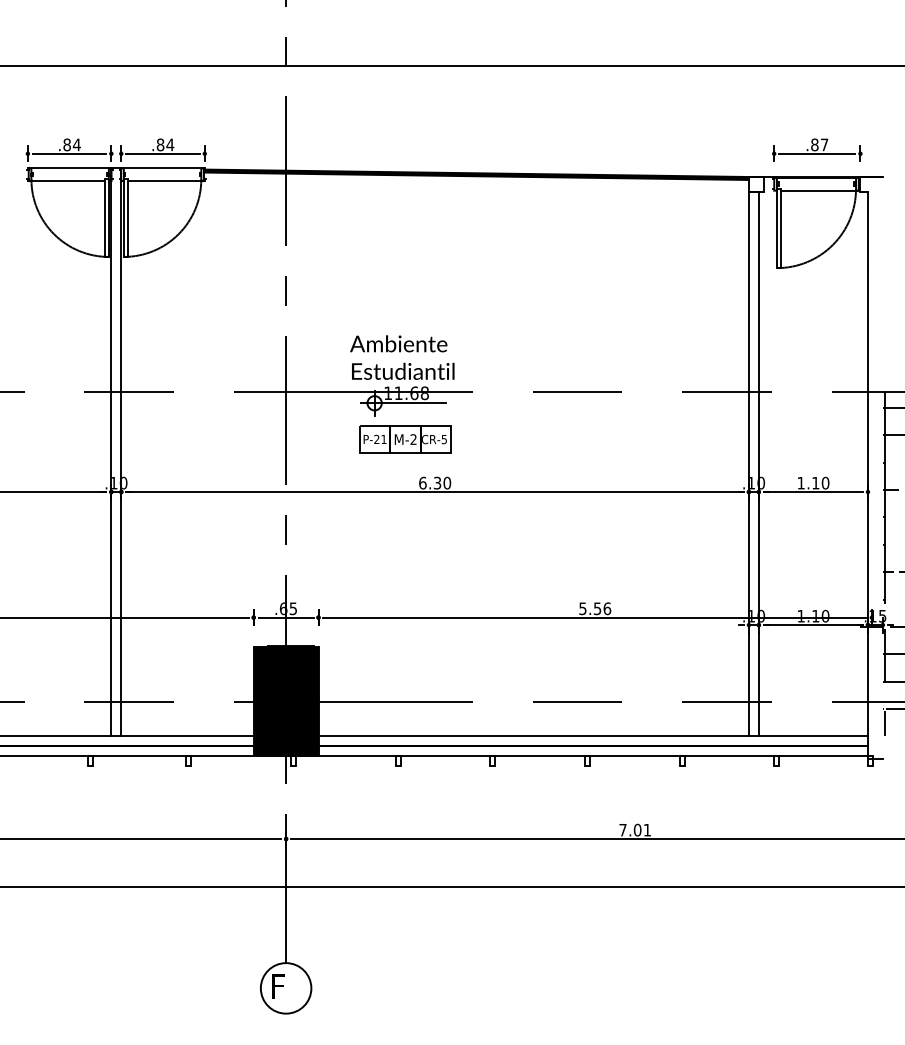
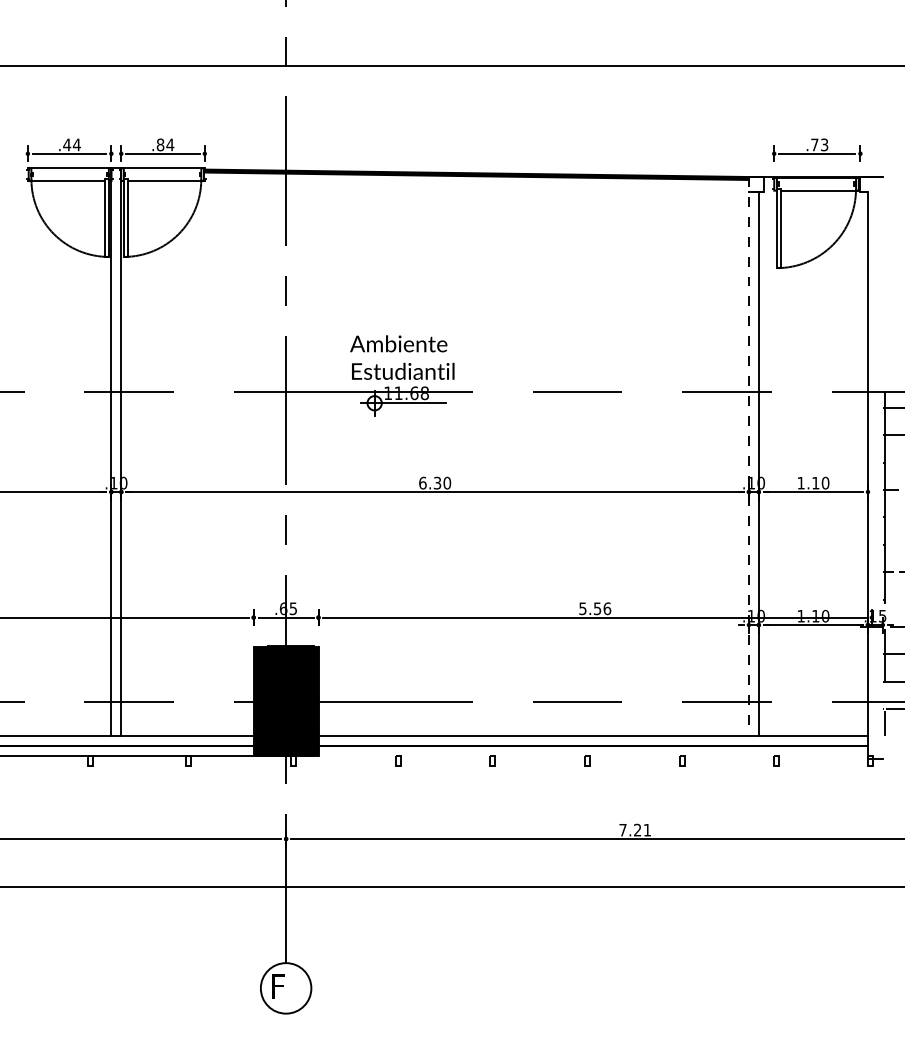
text at (67, 144): .84 -> .44
text at (819, 144): .87 -> .73
part at (405, 439): present -> none
line at (748, 456): solid -> dashed
line at (590, 755): present -> none
text at (637, 829): 7.01 -> 7.21
